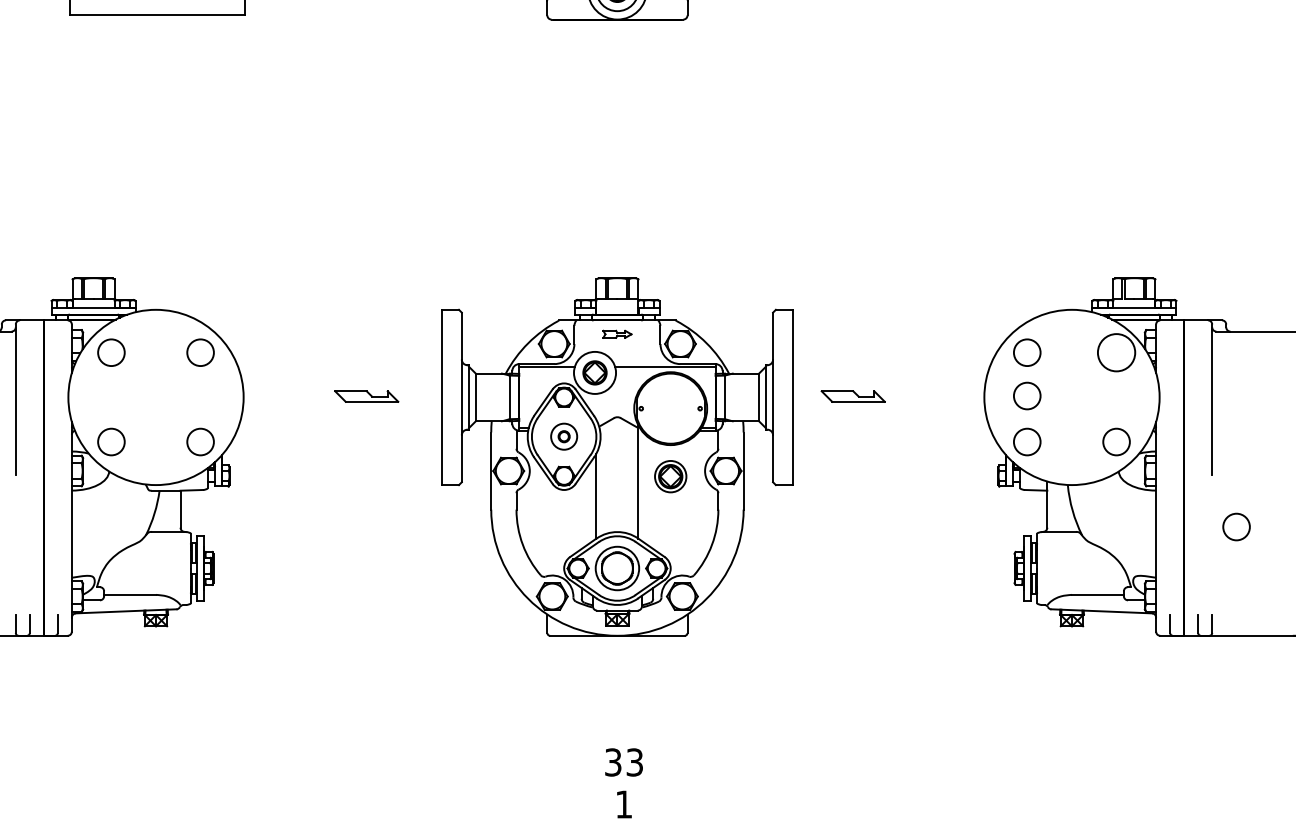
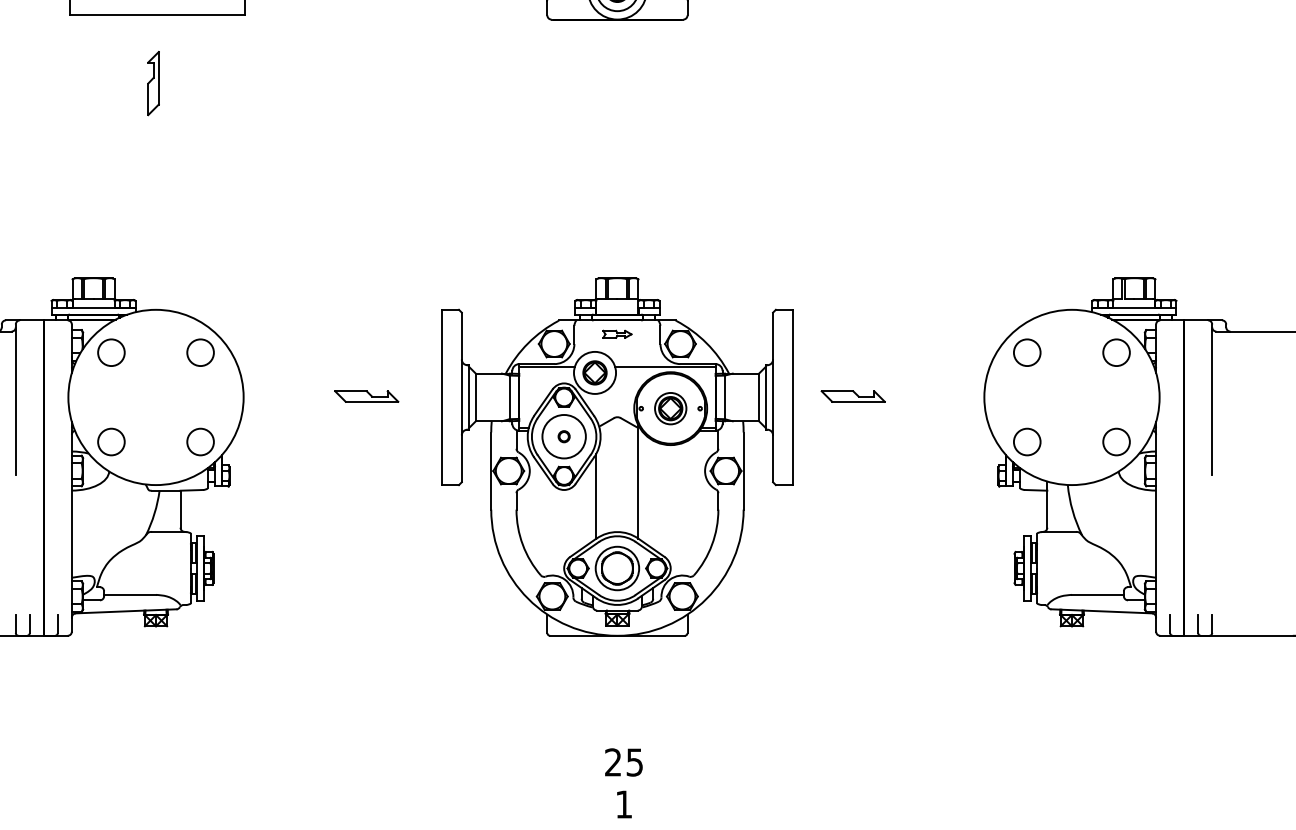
part at (153, 83): none -> present
circle at (1116, 352) diameter: 37 px -> 27 px
circle at (1027, 395): present -> none
circle at (564, 436) diameter: 26 px -> 43 px
part at (670, 476) position: (670, 476) -> (670, 408)
circle at (1236, 526): present -> none
text at (623, 762): 33 -> 25
